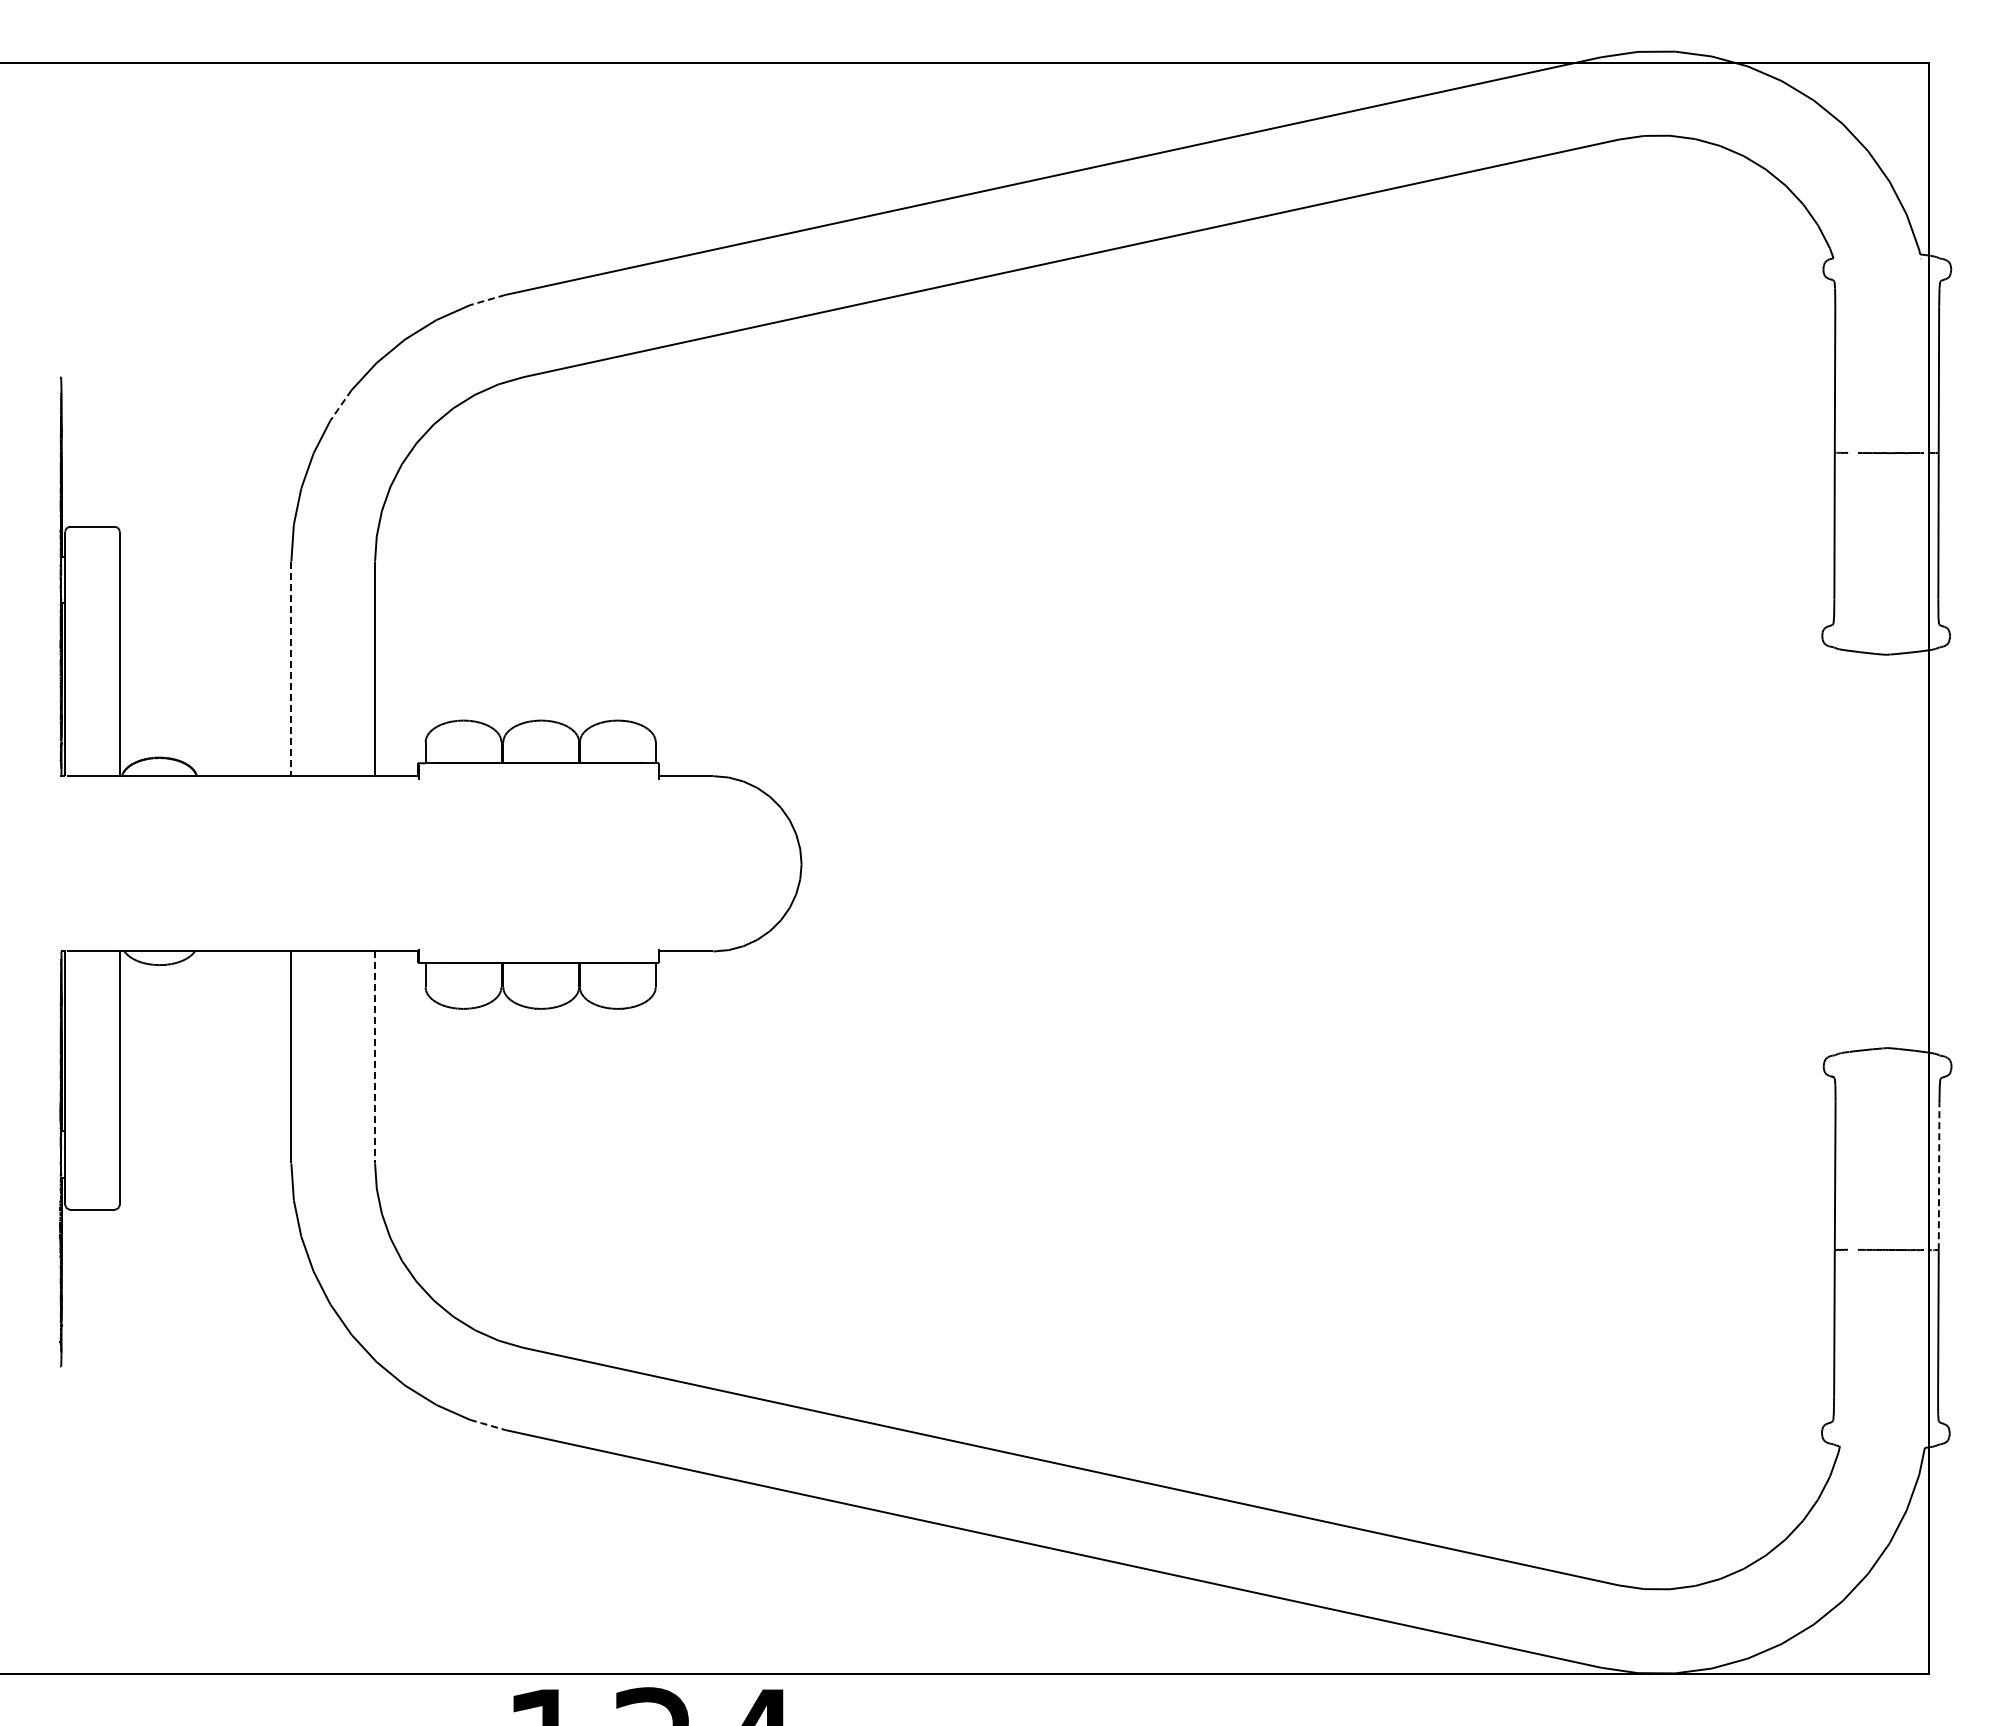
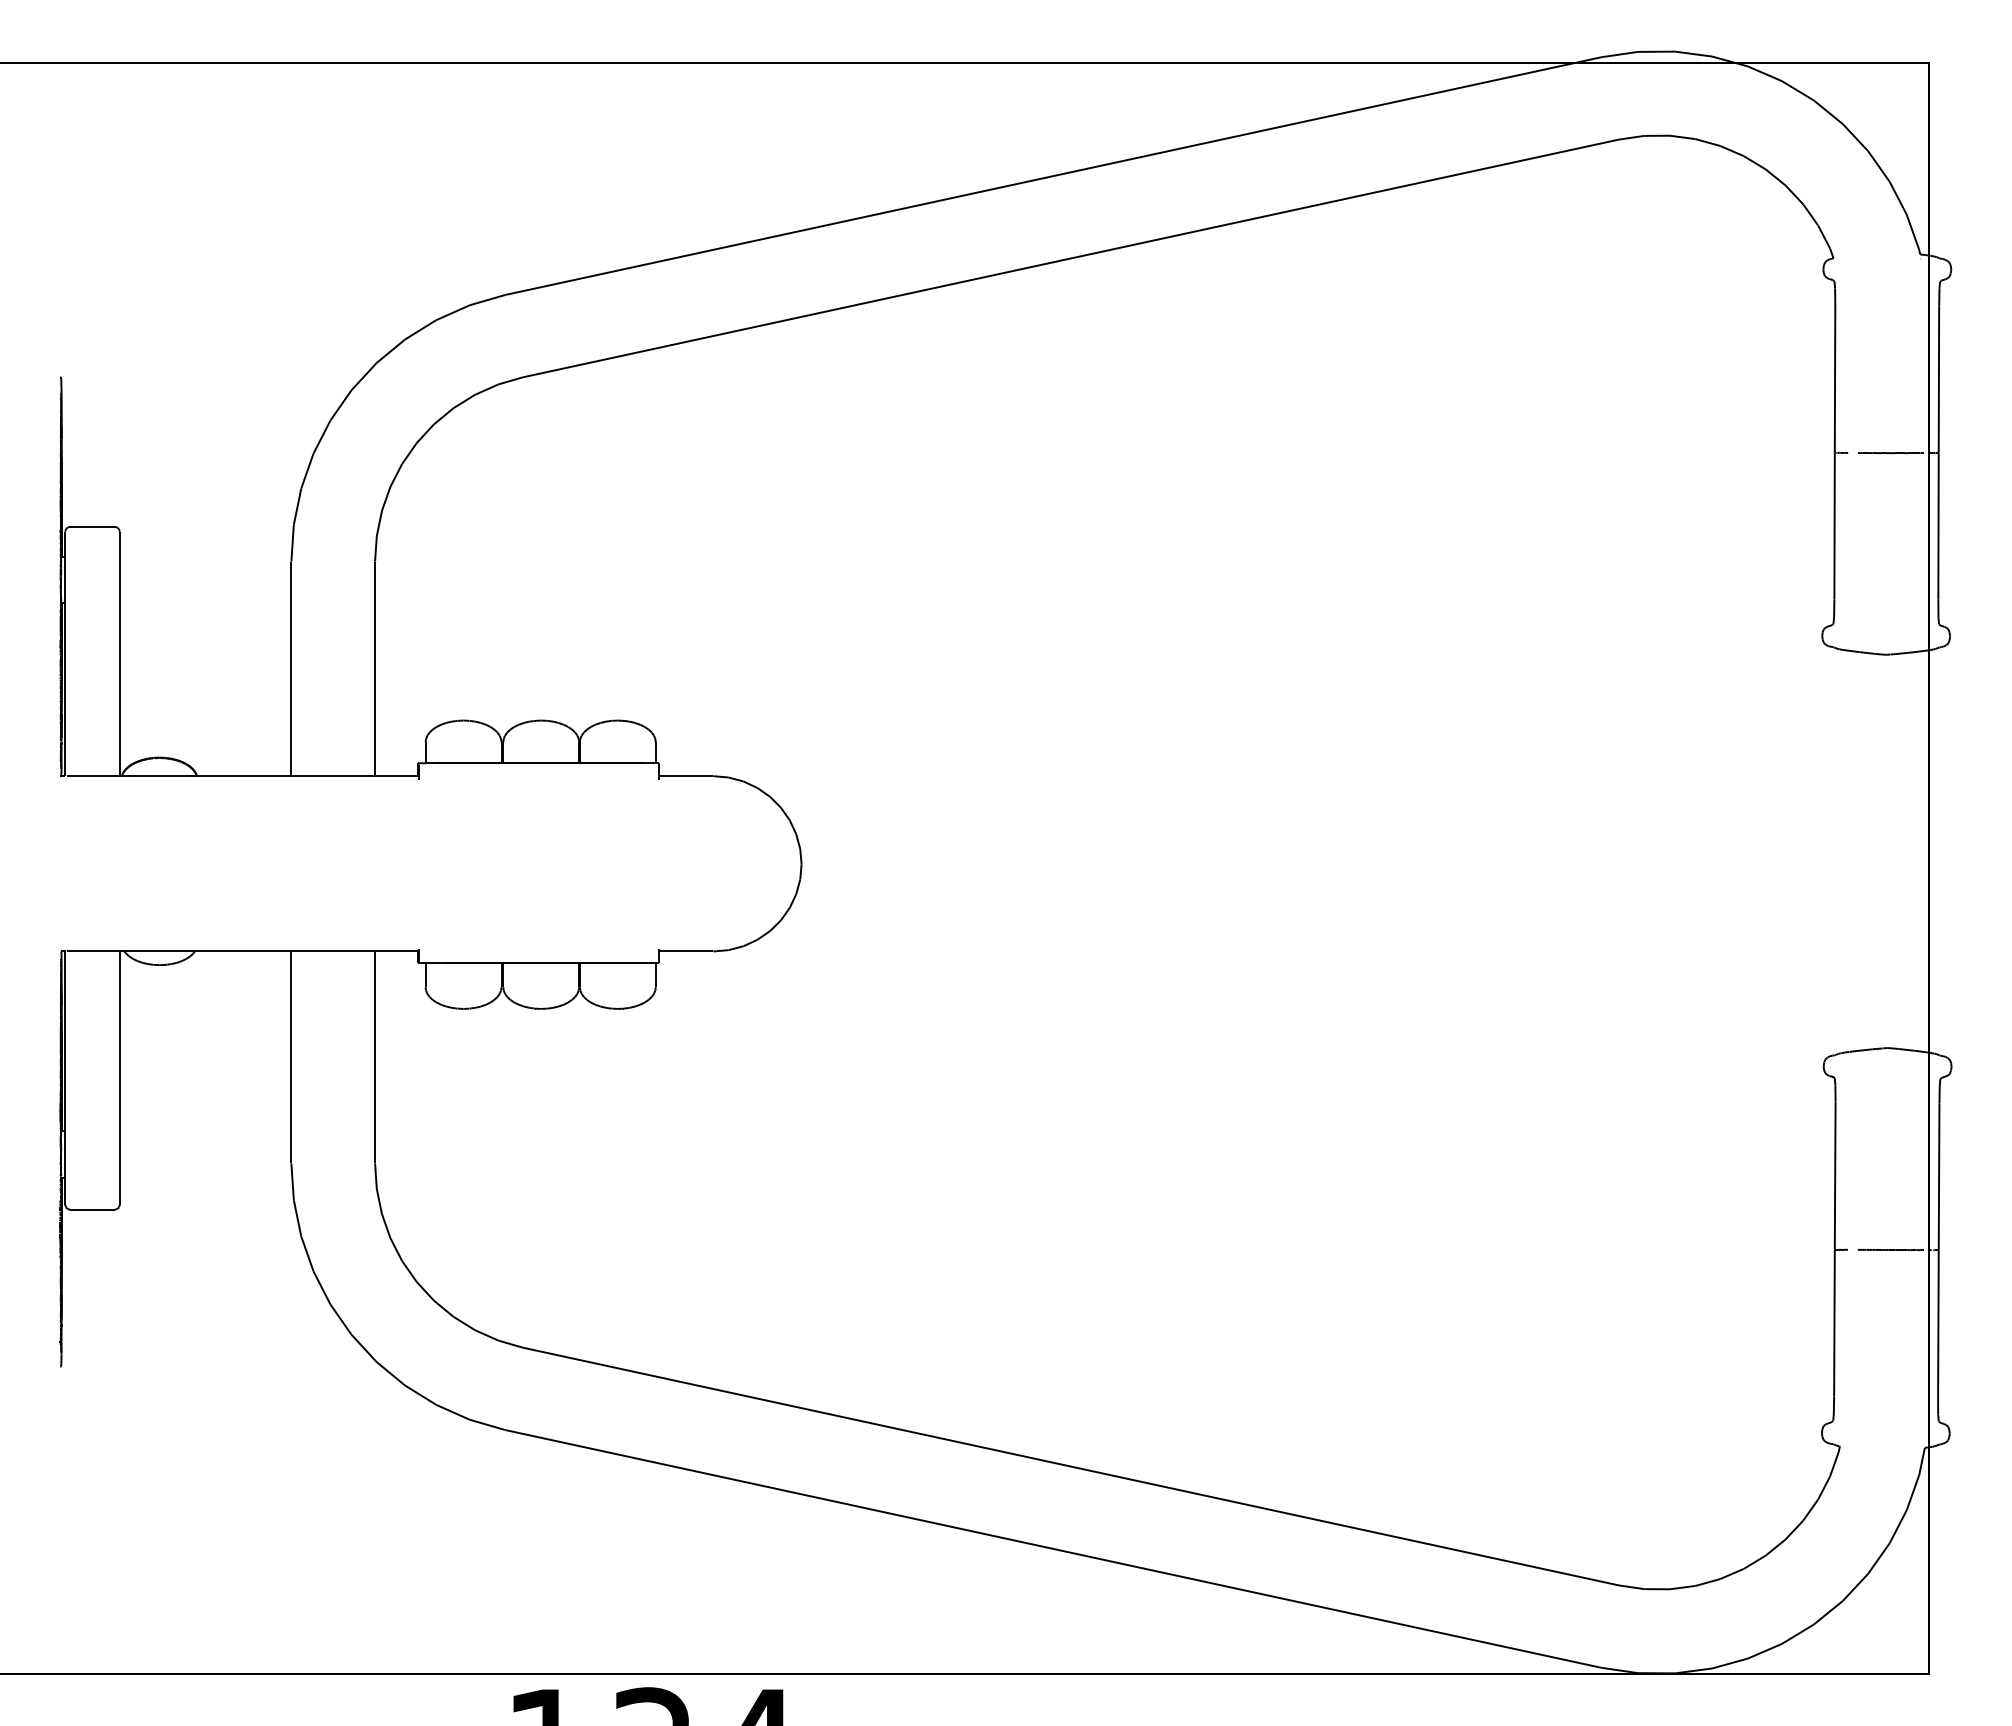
line at (487, 300): dashed -> solid
line at (340, 405): dashed -> solid
line at (291, 669): dashed -> solid
line at (375, 1057): dashed -> solid
line at (1939, 1176): dashed -> solid
line at (488, 1425): dashed -> solid
